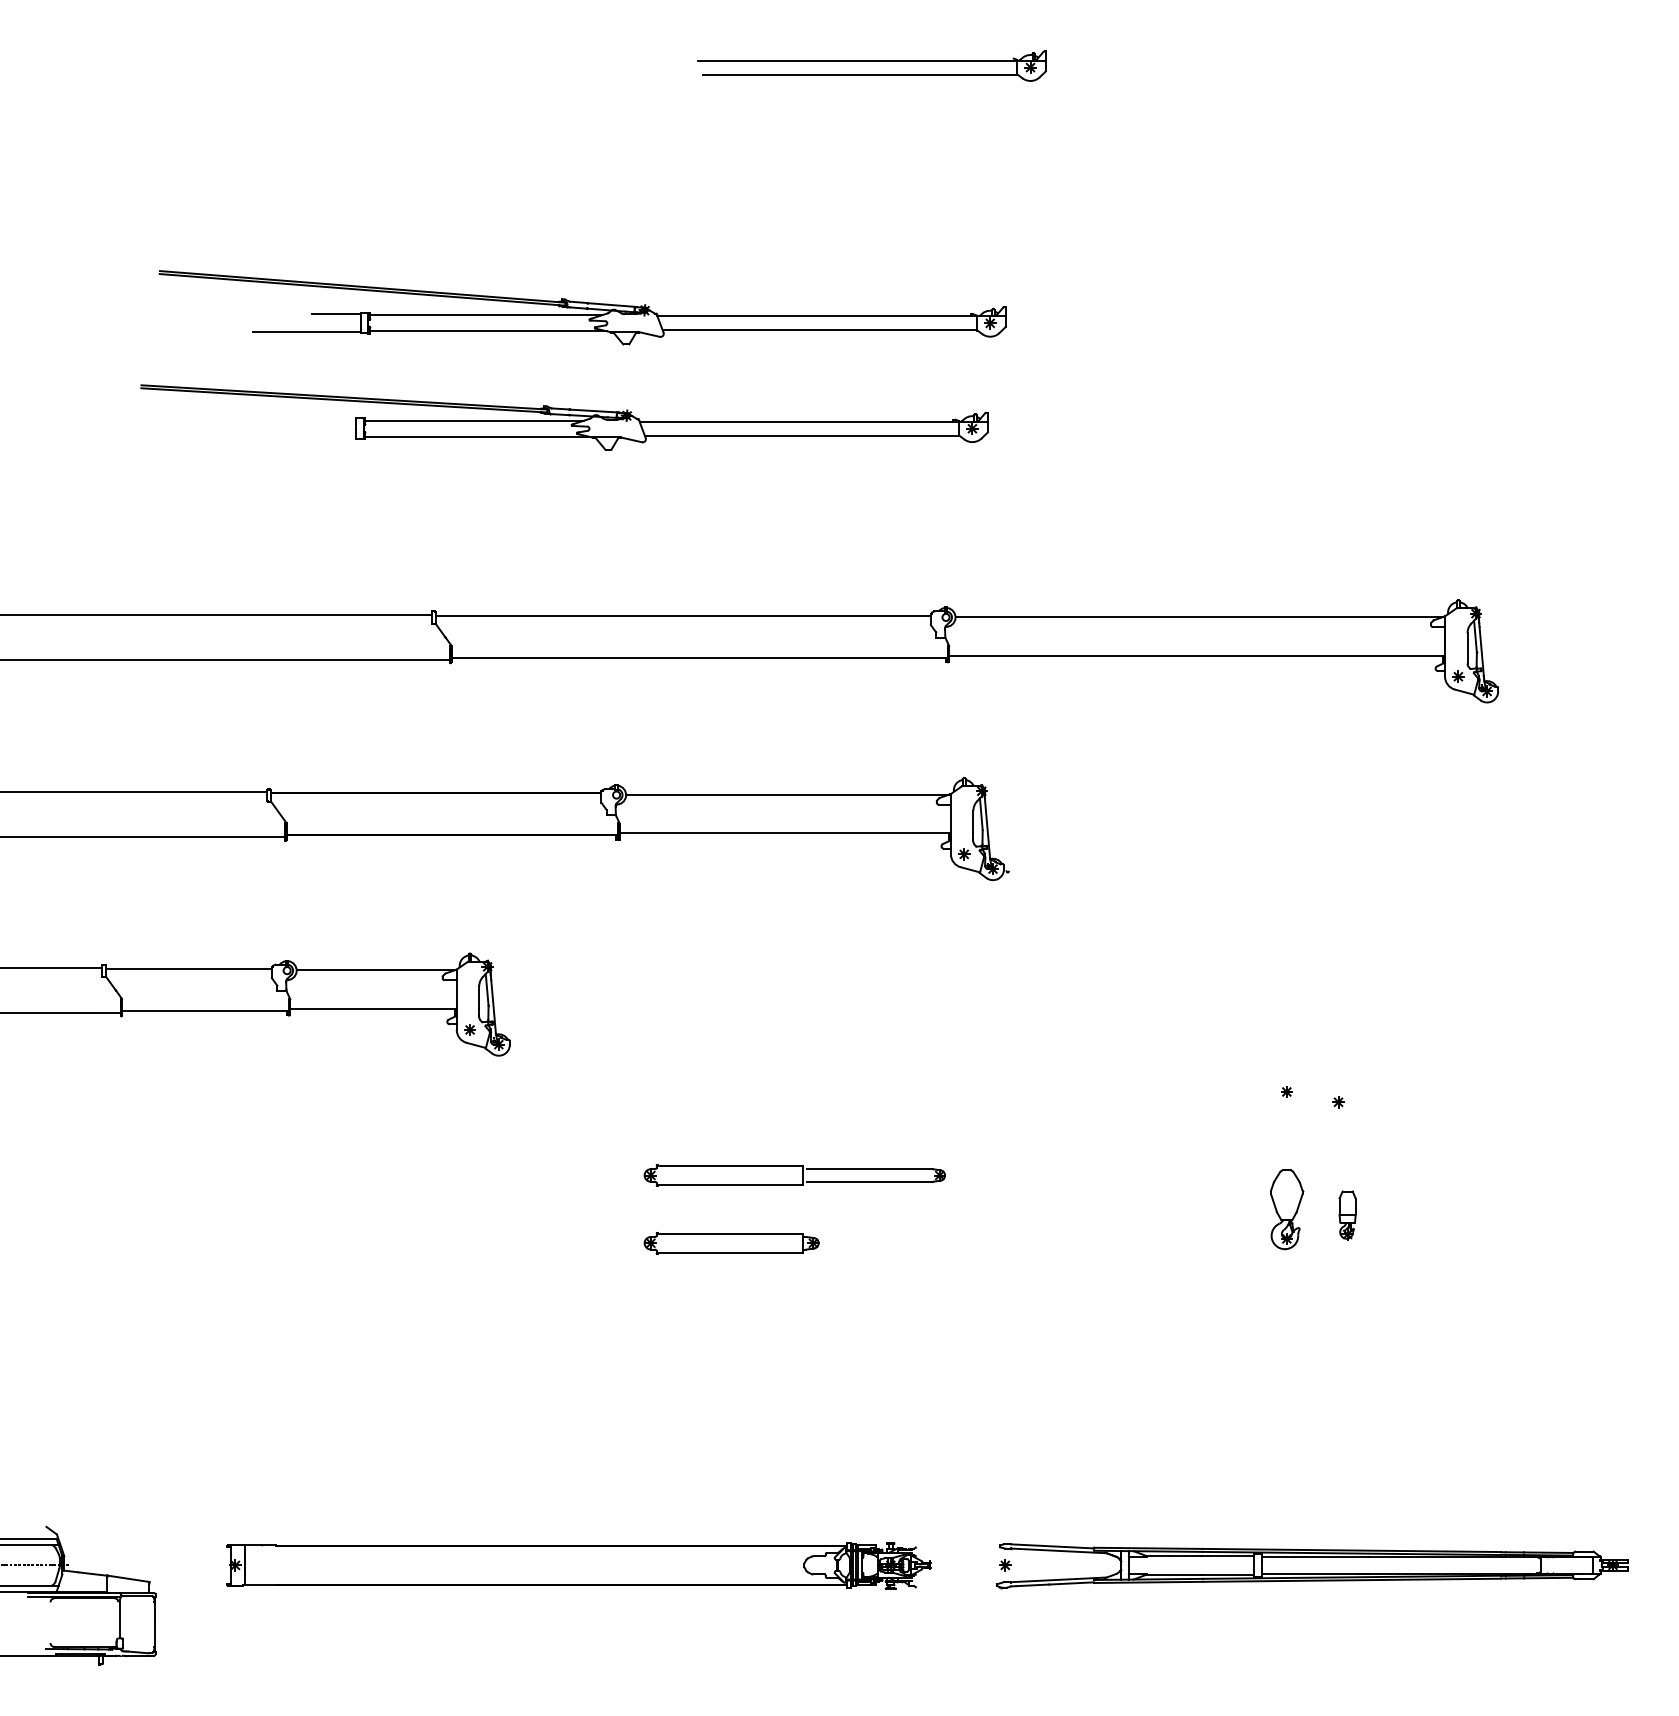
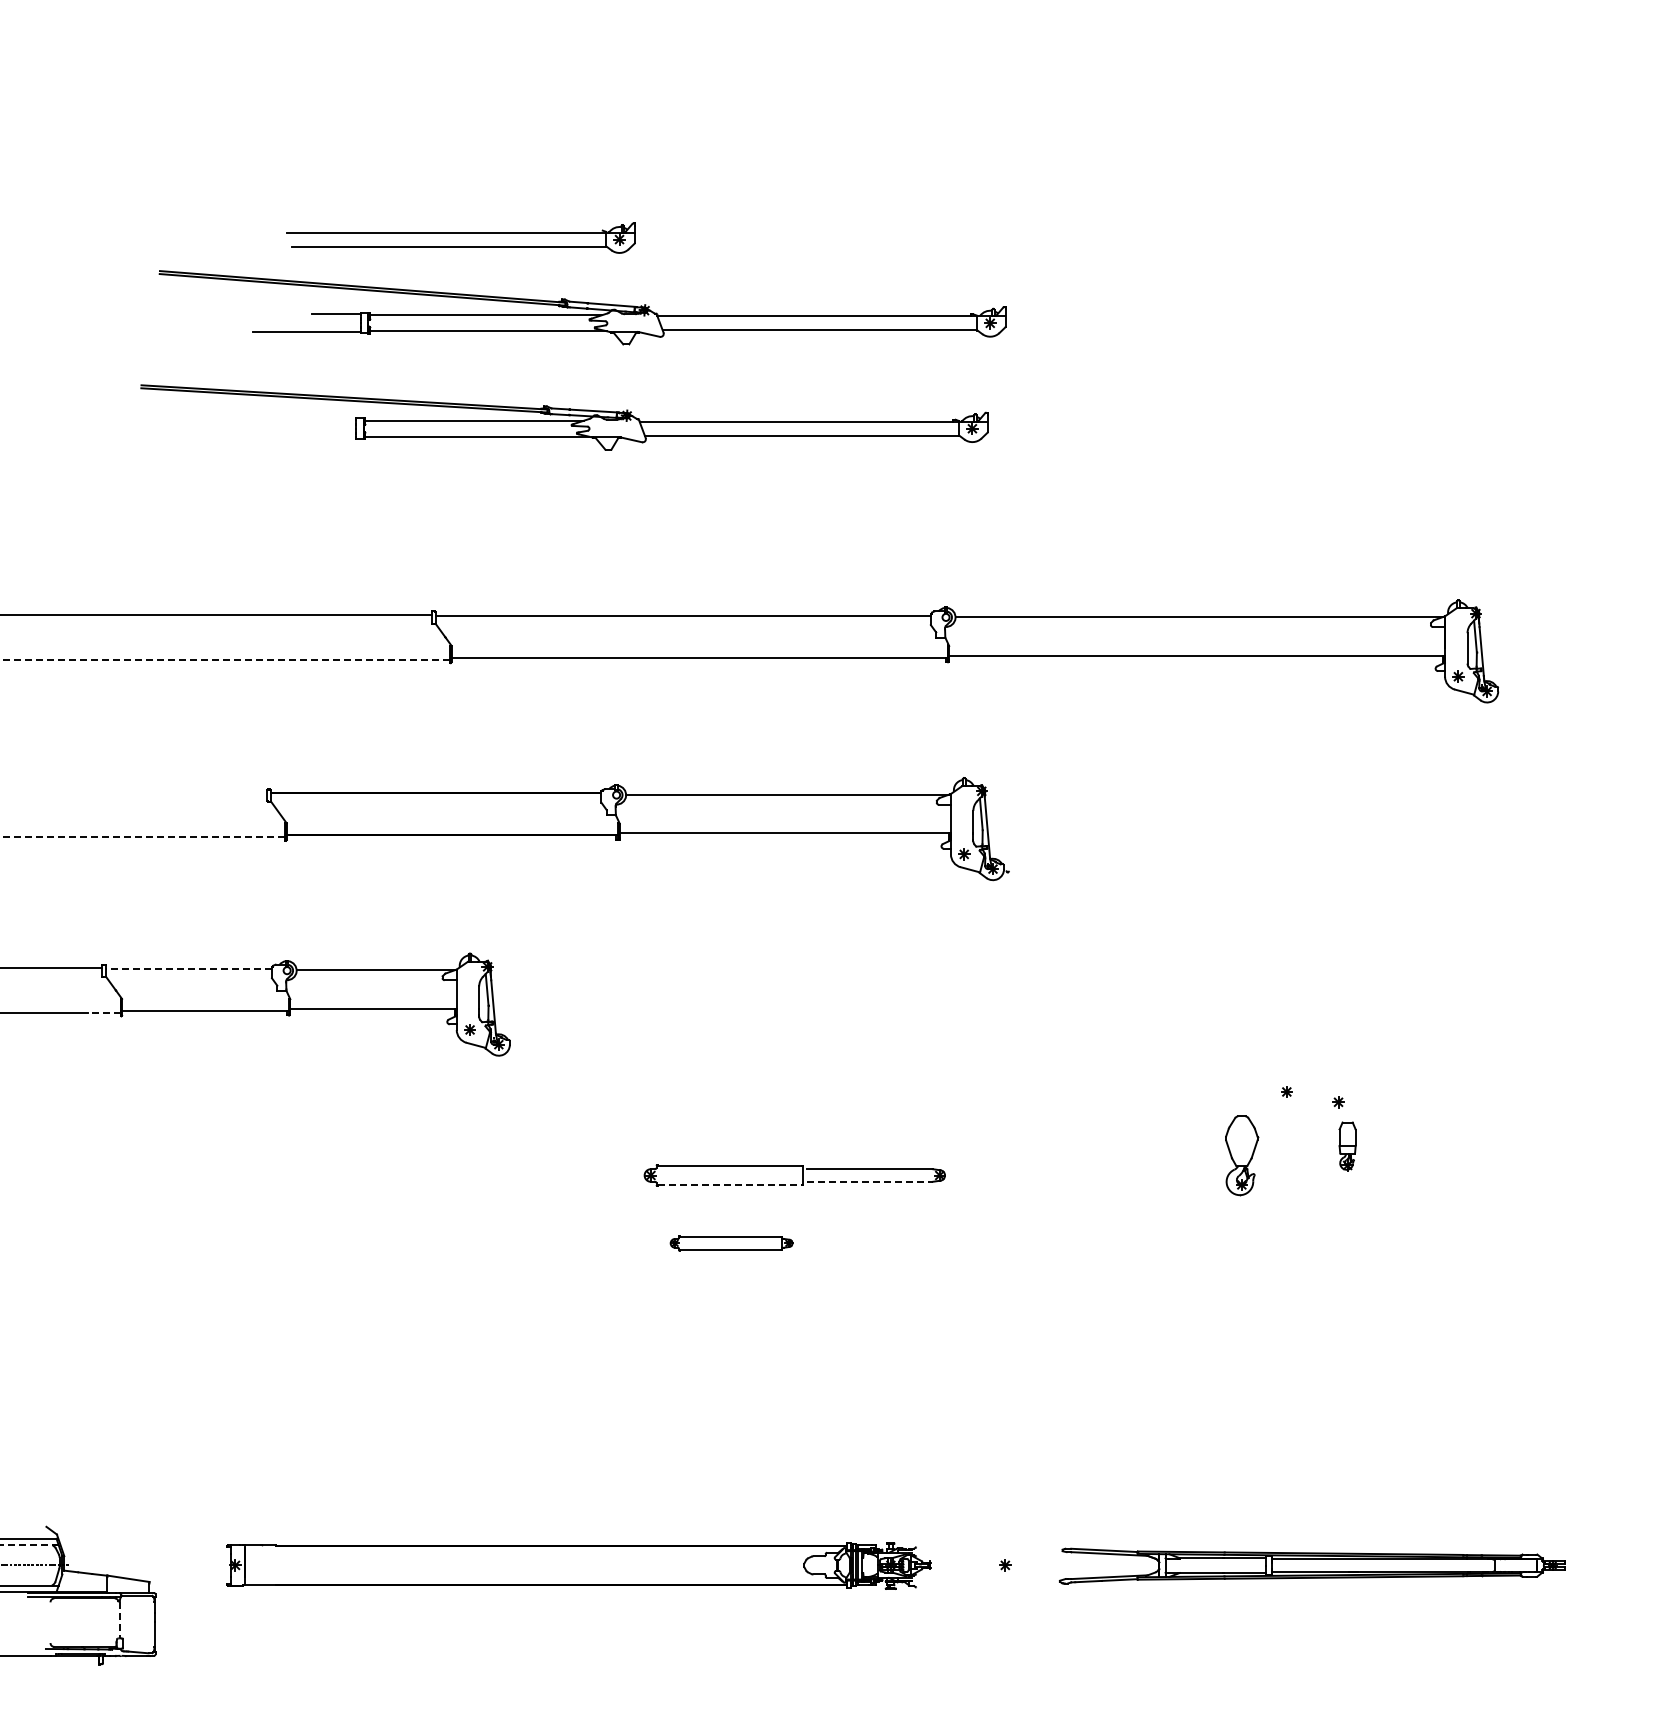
part at (871, 65) position: (871, 65) -> (460, 237)
line at (225, 659): solid -> dashed
line at (134, 792): present -> none
line at (142, 837): solid -> dashed
line at (189, 968): solid -> dashed
line at (103, 1012): solid -> dashed
line at (869, 1181): solid -> dashed
line at (729, 1184): solid -> dashed
part at (1287, 1209) position: (1287, 1209) -> (1242, 1155)
part at (1347, 1215) position: (1347, 1215) -> (1347, 1146)
part at (731, 1243) size: 177x23 px -> 125x17 px
line at (29, 1545): solid -> dashed
part at (1311, 1566) size: 634x47 px -> 507x38 px
line at (119, 1620): solid -> dashed
